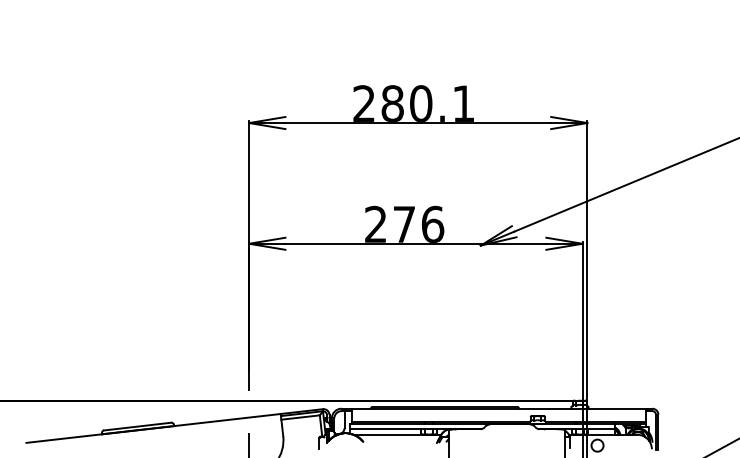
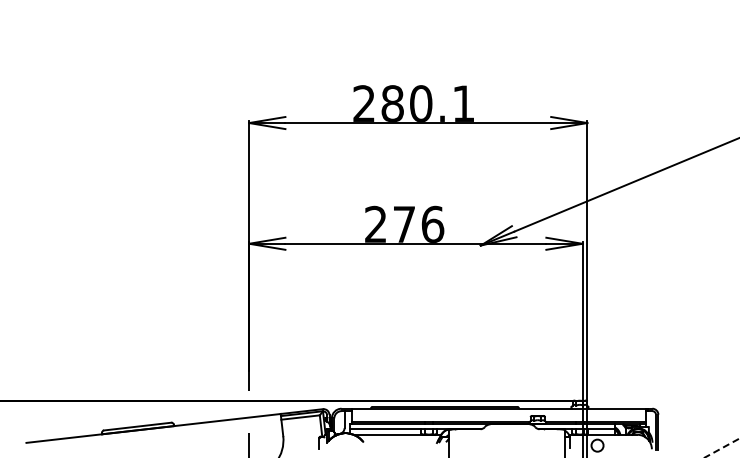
line at (722, 448): solid -> dashed
